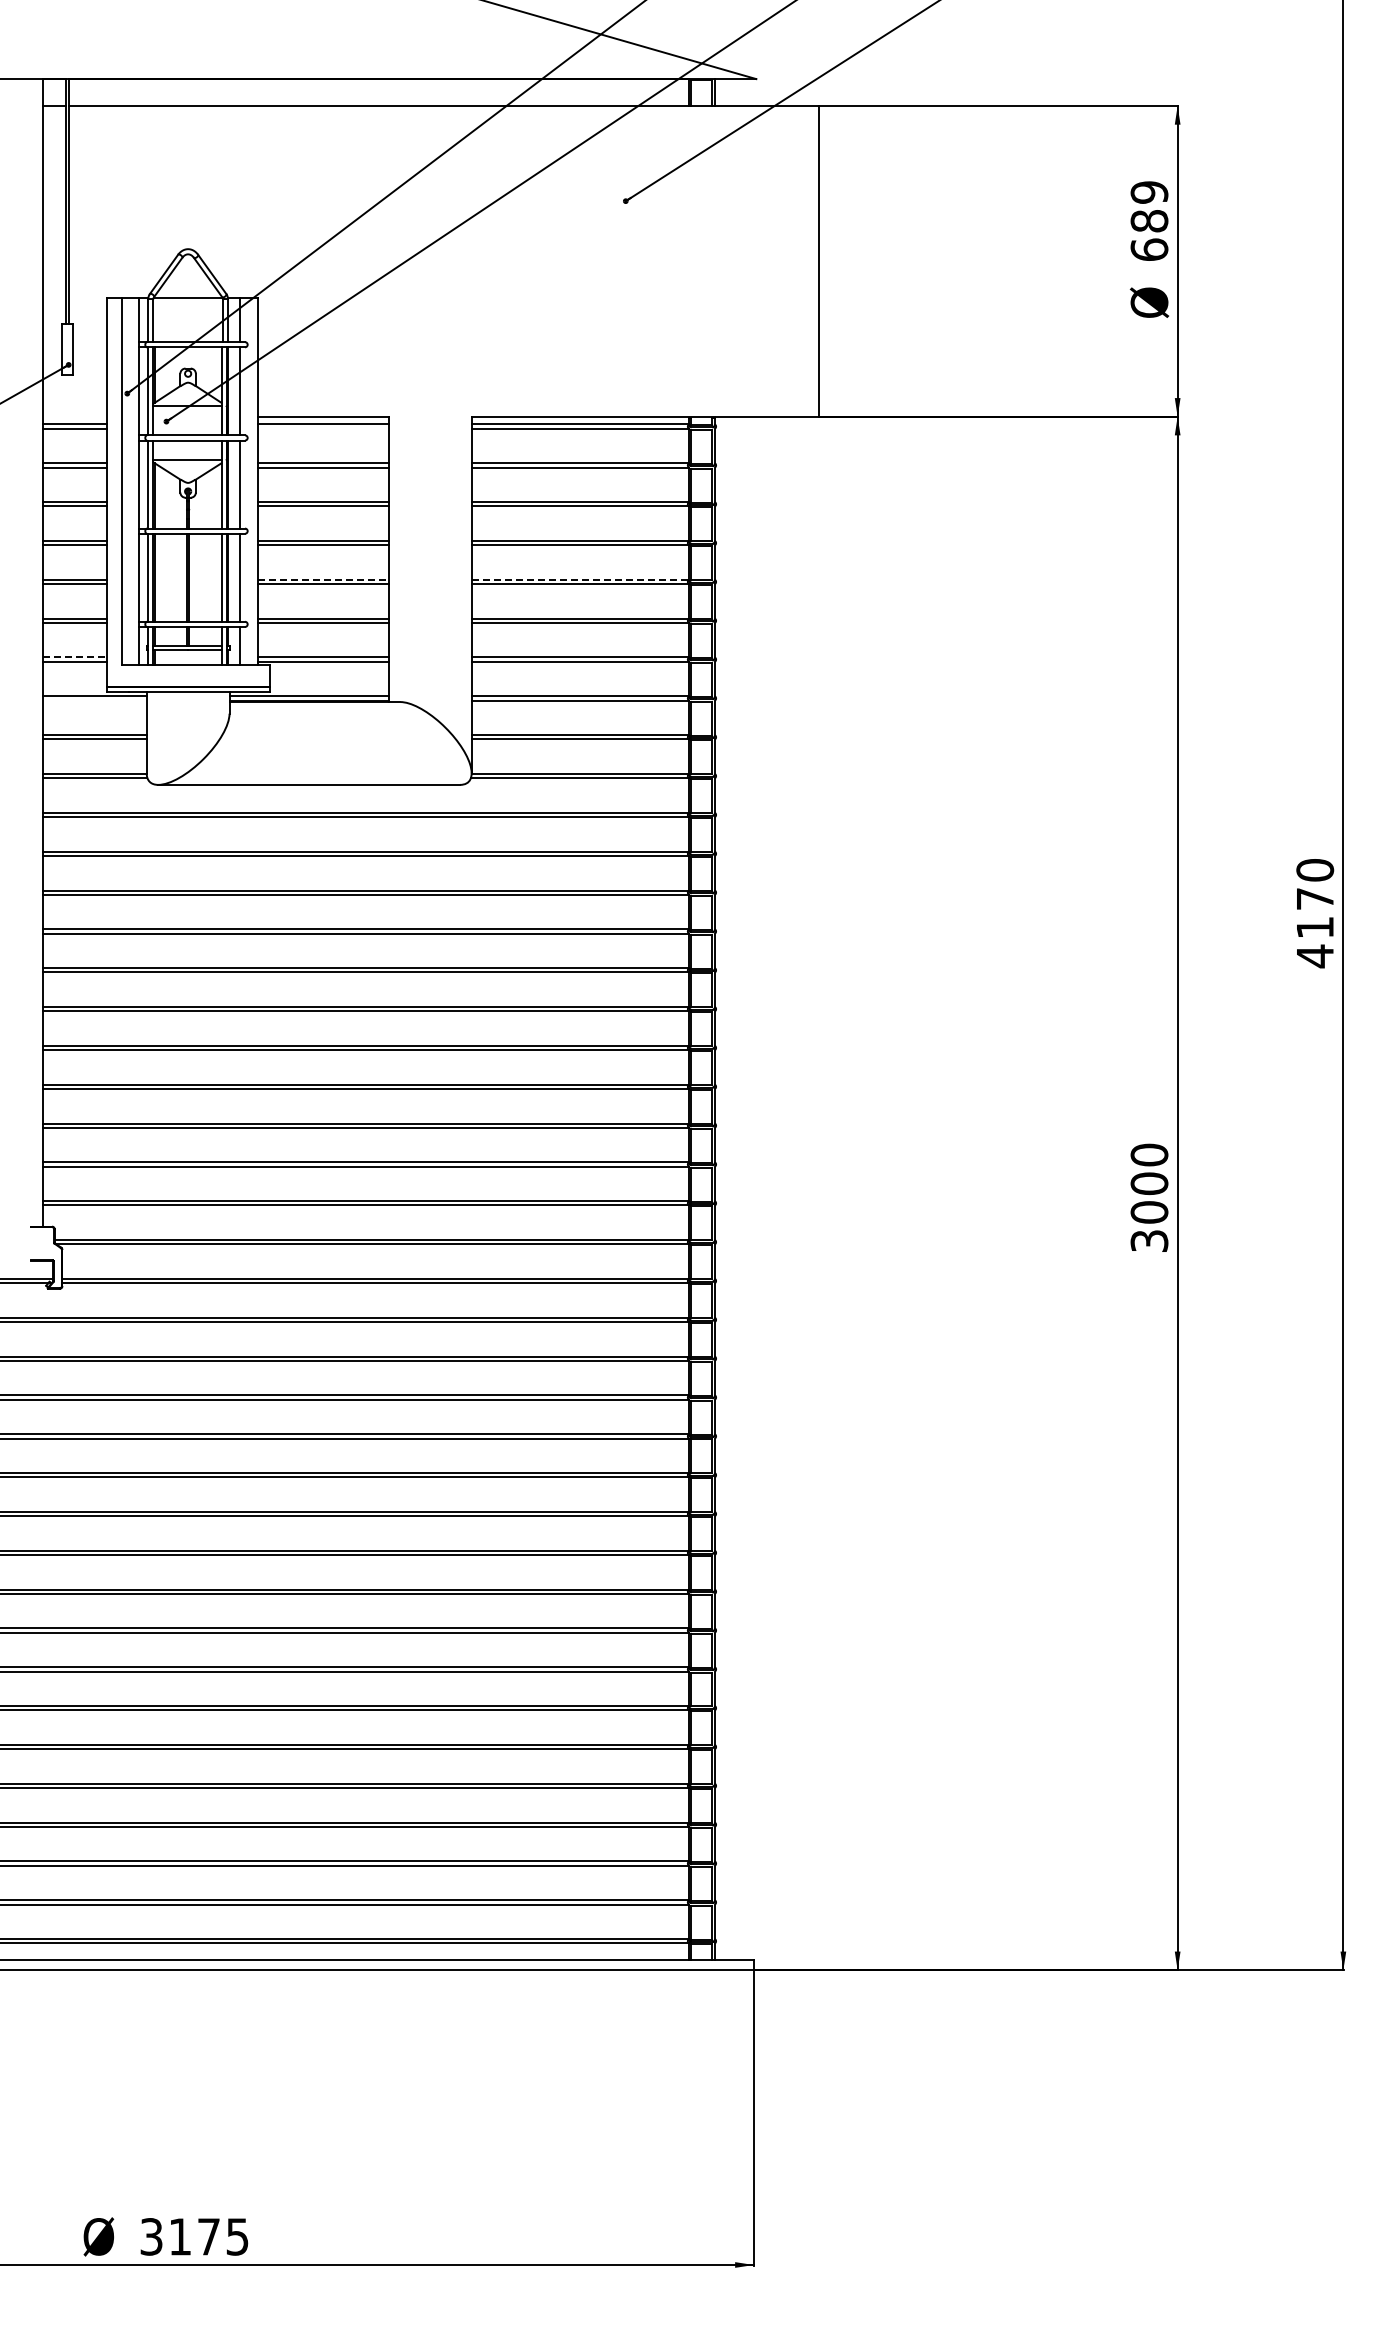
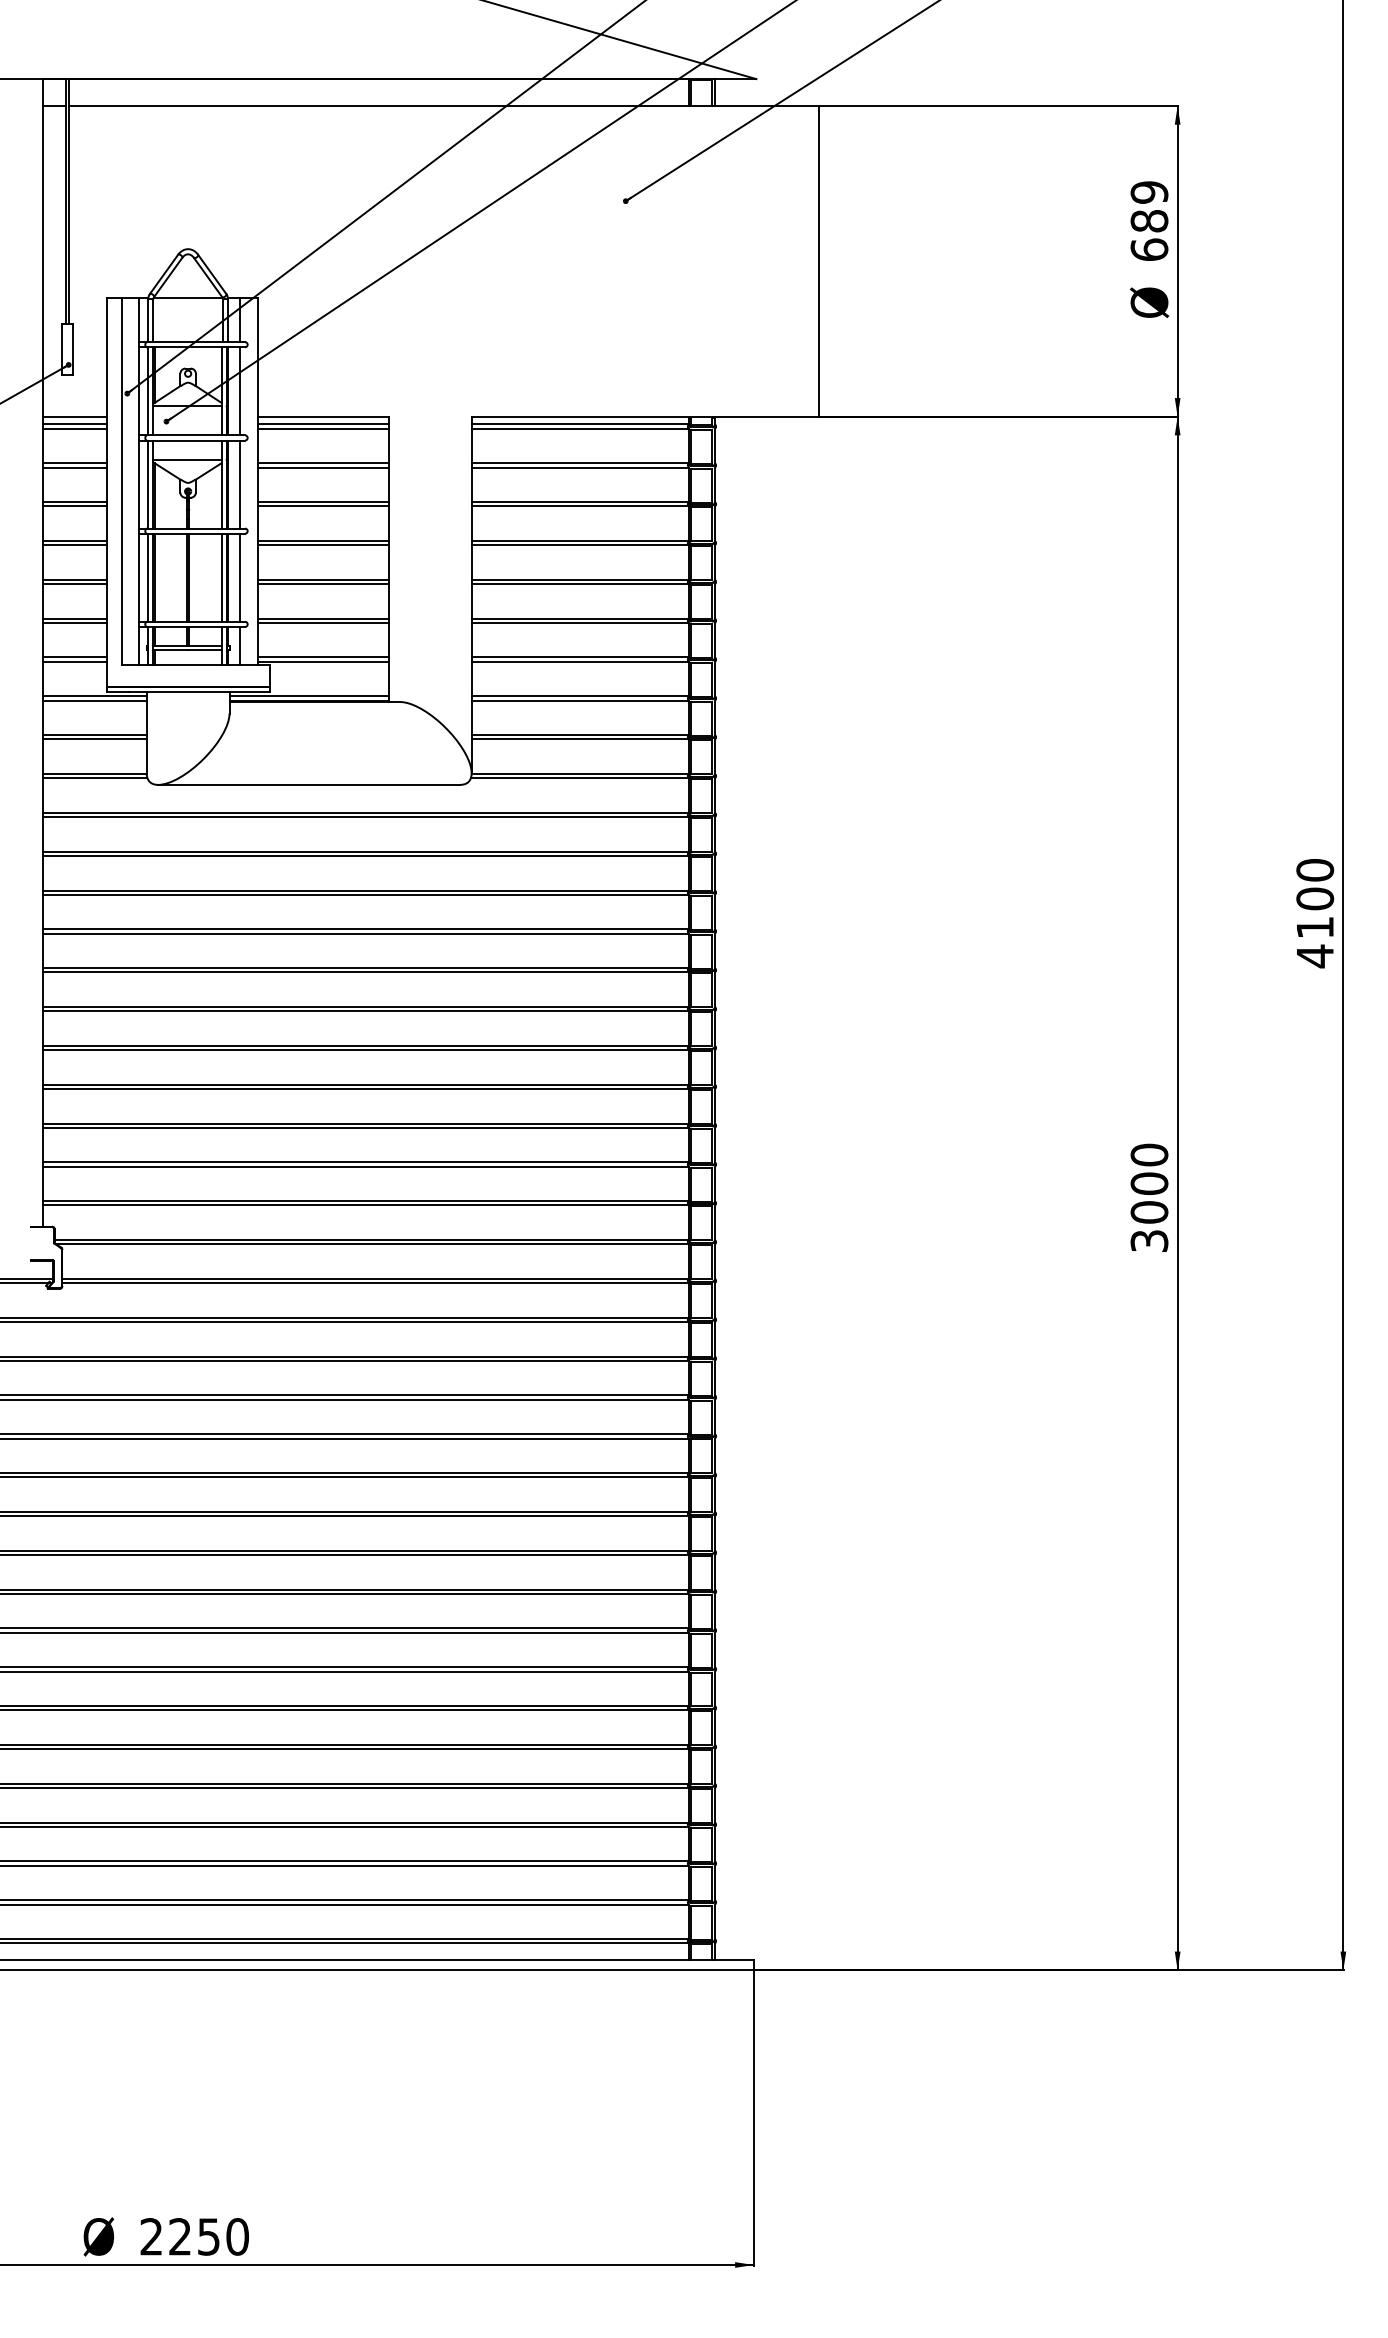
line at (74, 416): none -> present
line at (323, 428): none -> present
line at (323, 579): dashed -> solid
line at (580, 579): dashed -> solid
line at (74, 657): dashed -> solid
line at (94, 700): none -> present
text at (1315, 898): 4170 -> 4100
text at (194, 2236): 3175 -> 2250
